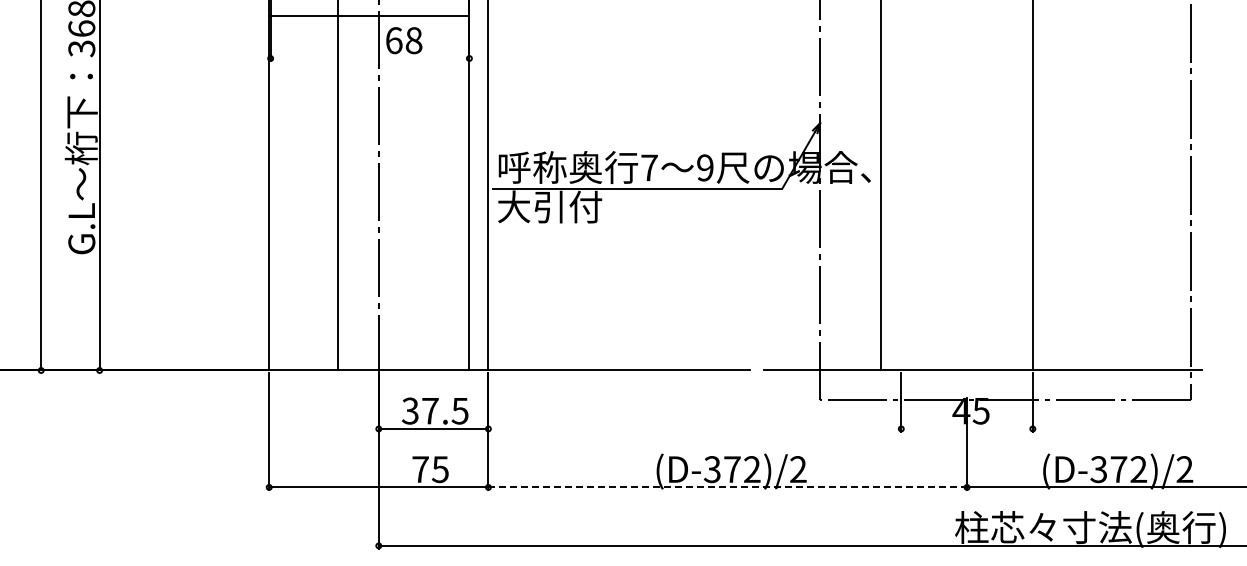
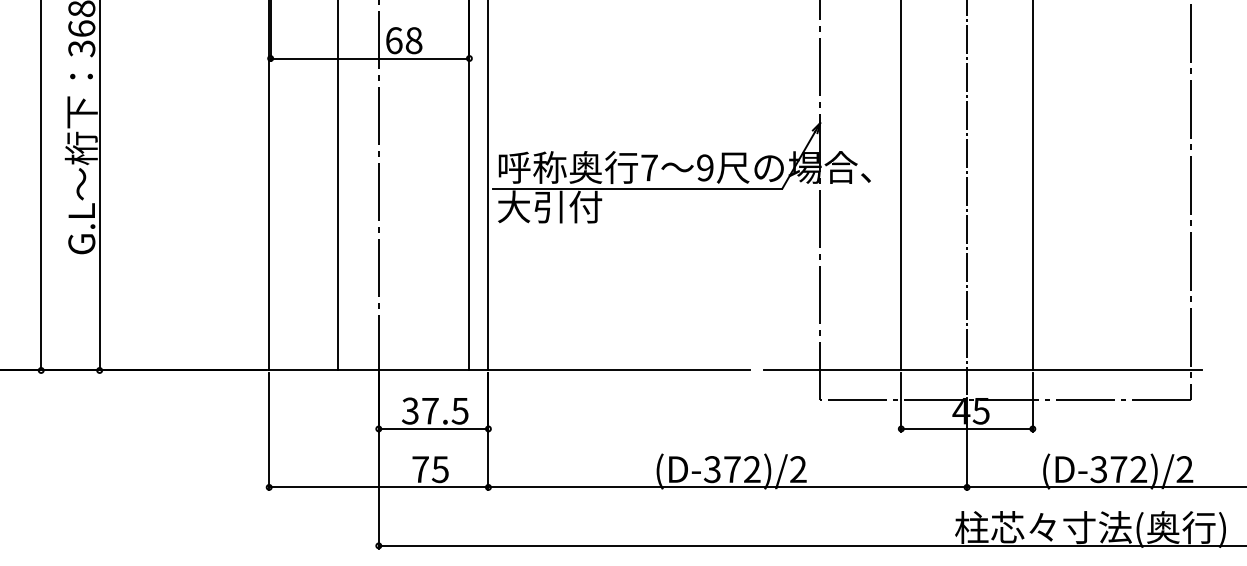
line at (369, 15) position: (369, 15) -> (369, 58)
line at (881, 186) position: (881, 186) -> (901, 186)
line at (967, 198): none -> present
line at (966, 428): none -> present
line at (728, 487): dashed -> solid
